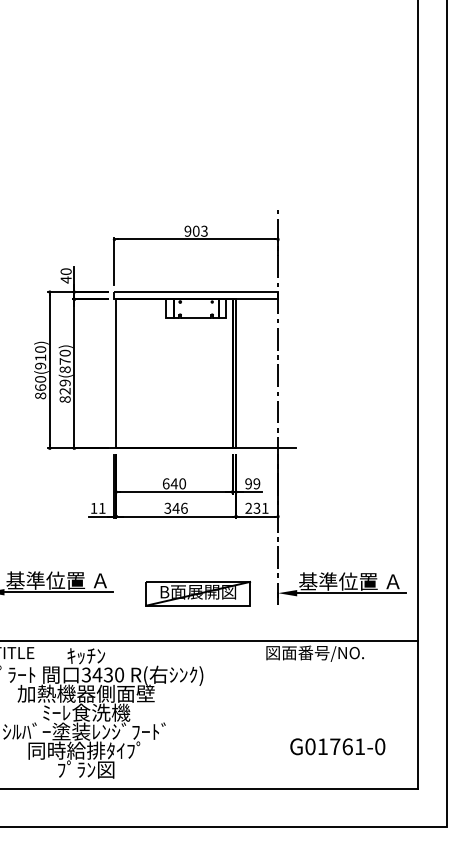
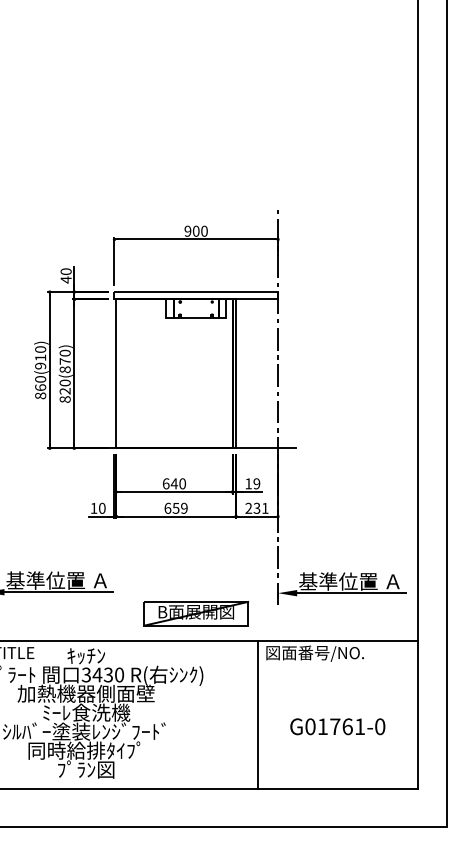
text at (204, 230): 903 -> 900
text at (64, 382): 829(870) -> 820(870)
text at (248, 483): 99 -> 19
text at (102, 507): 11 -> 10
text at (175, 507): 346 -> 659
part at (198, 593) position: (198, 593) -> (196, 613)
line at (257, 714): none -> present
text at (337, 746) position: (337, 746) -> (337, 726)
